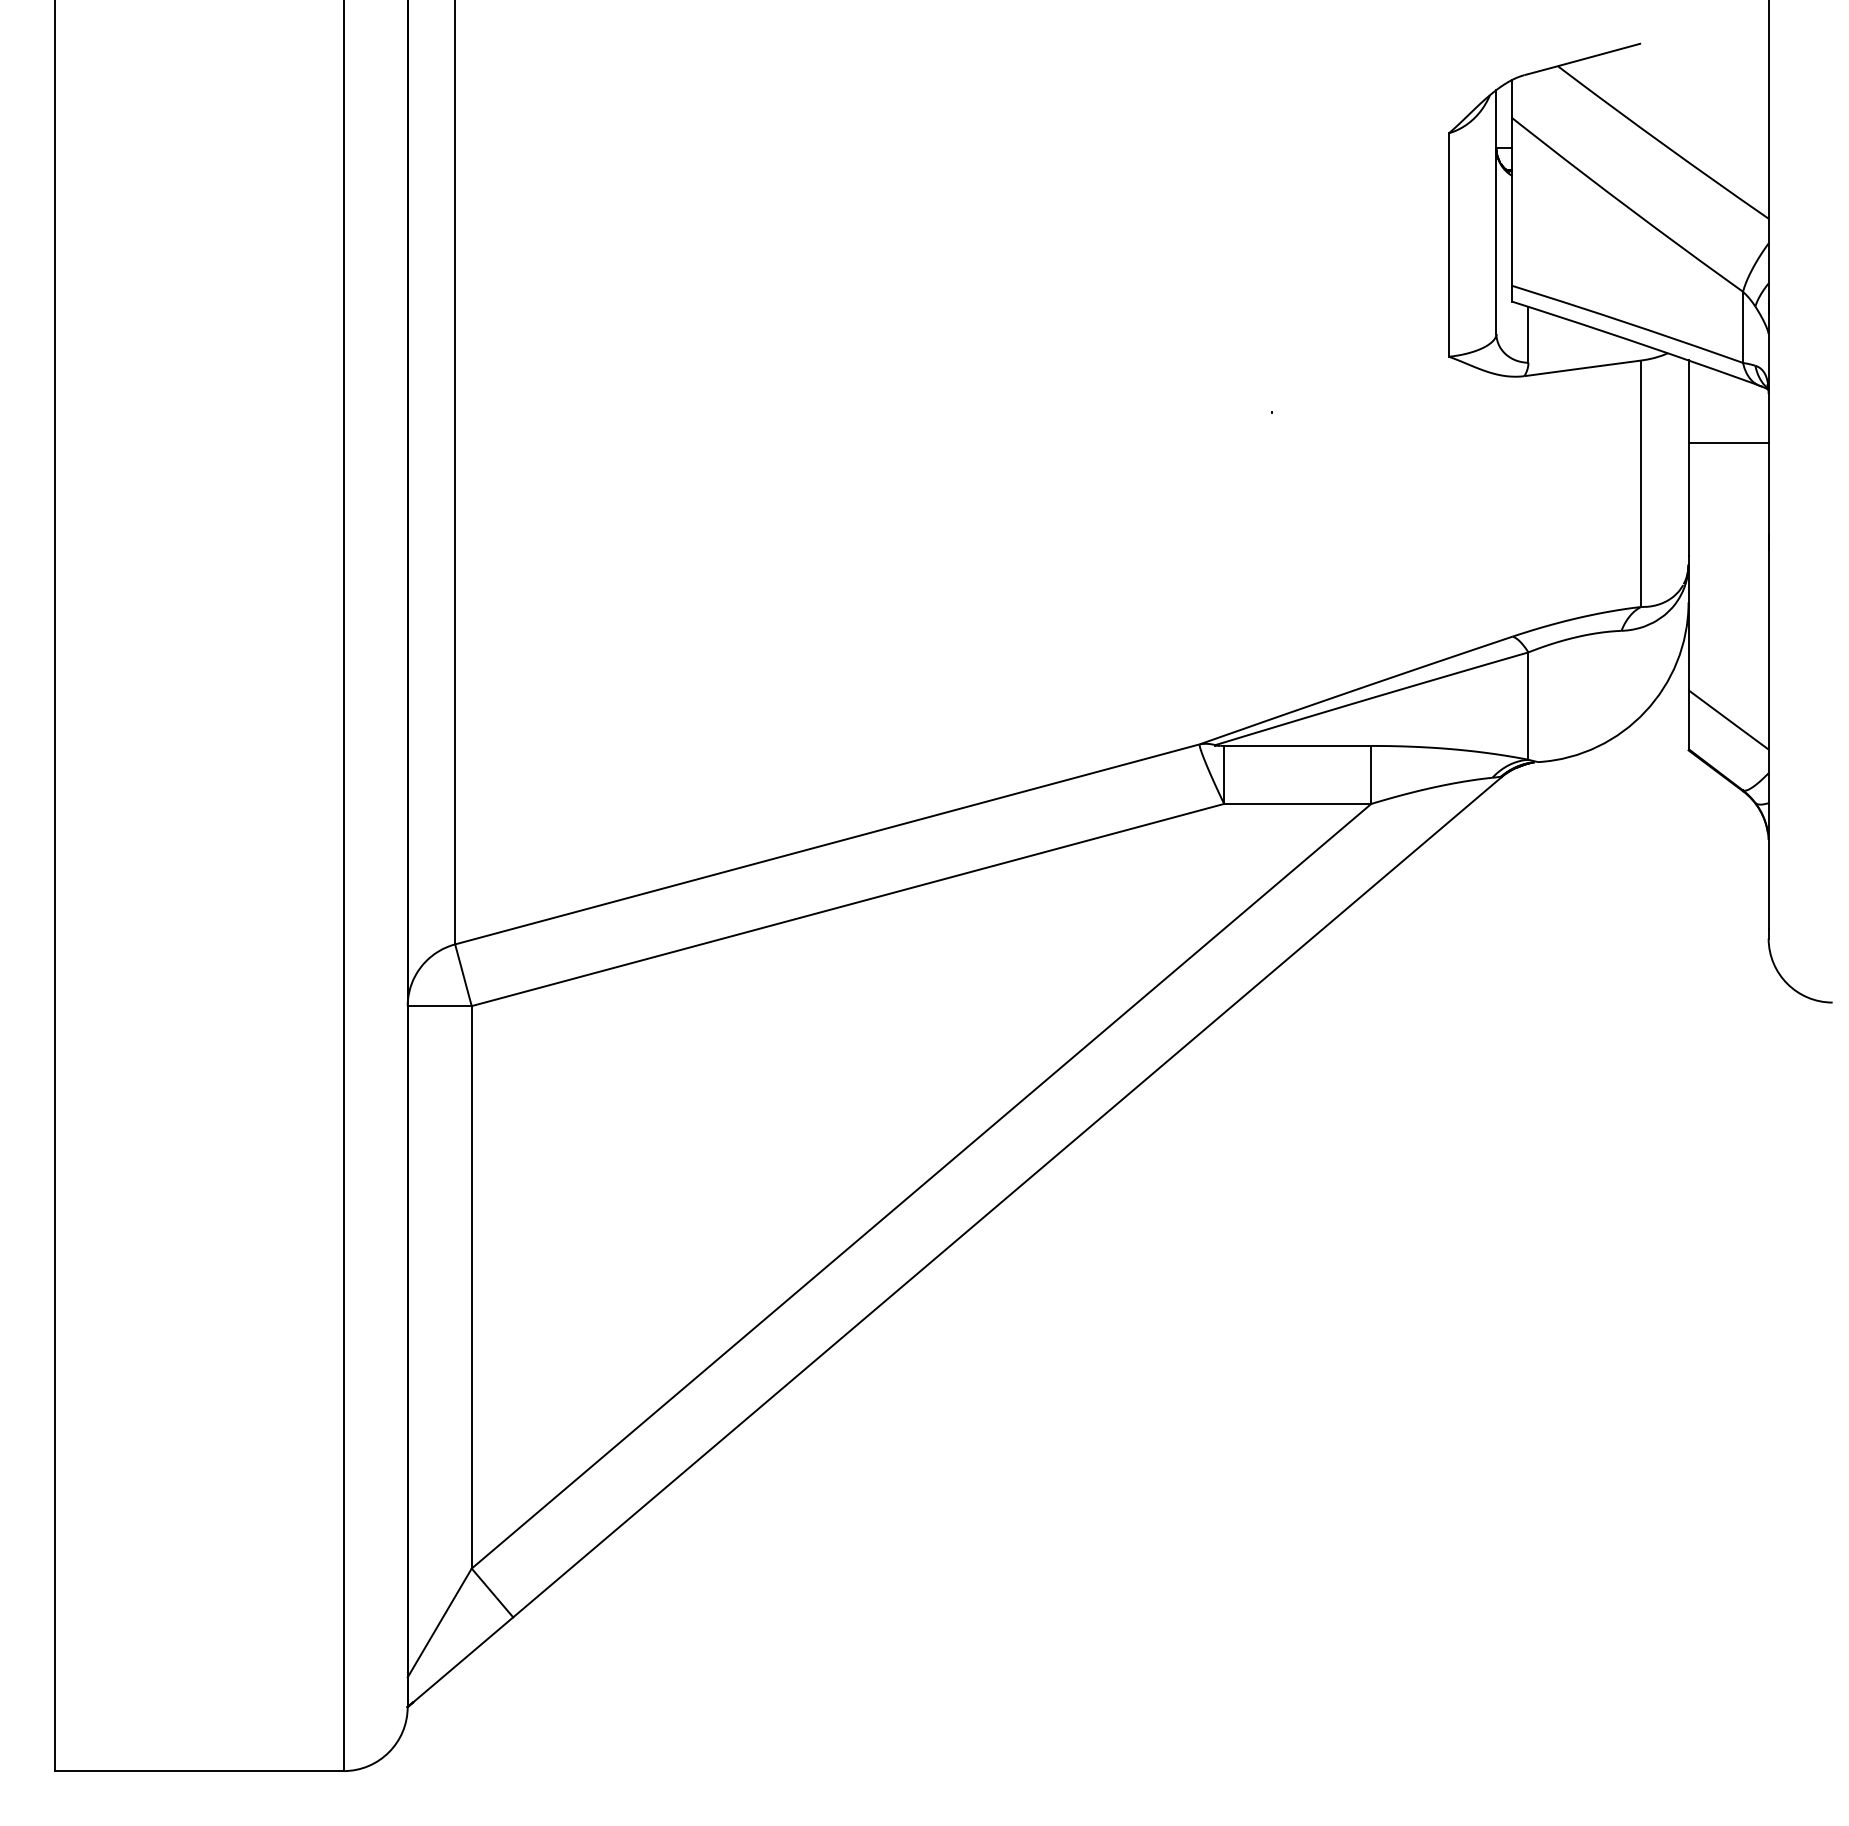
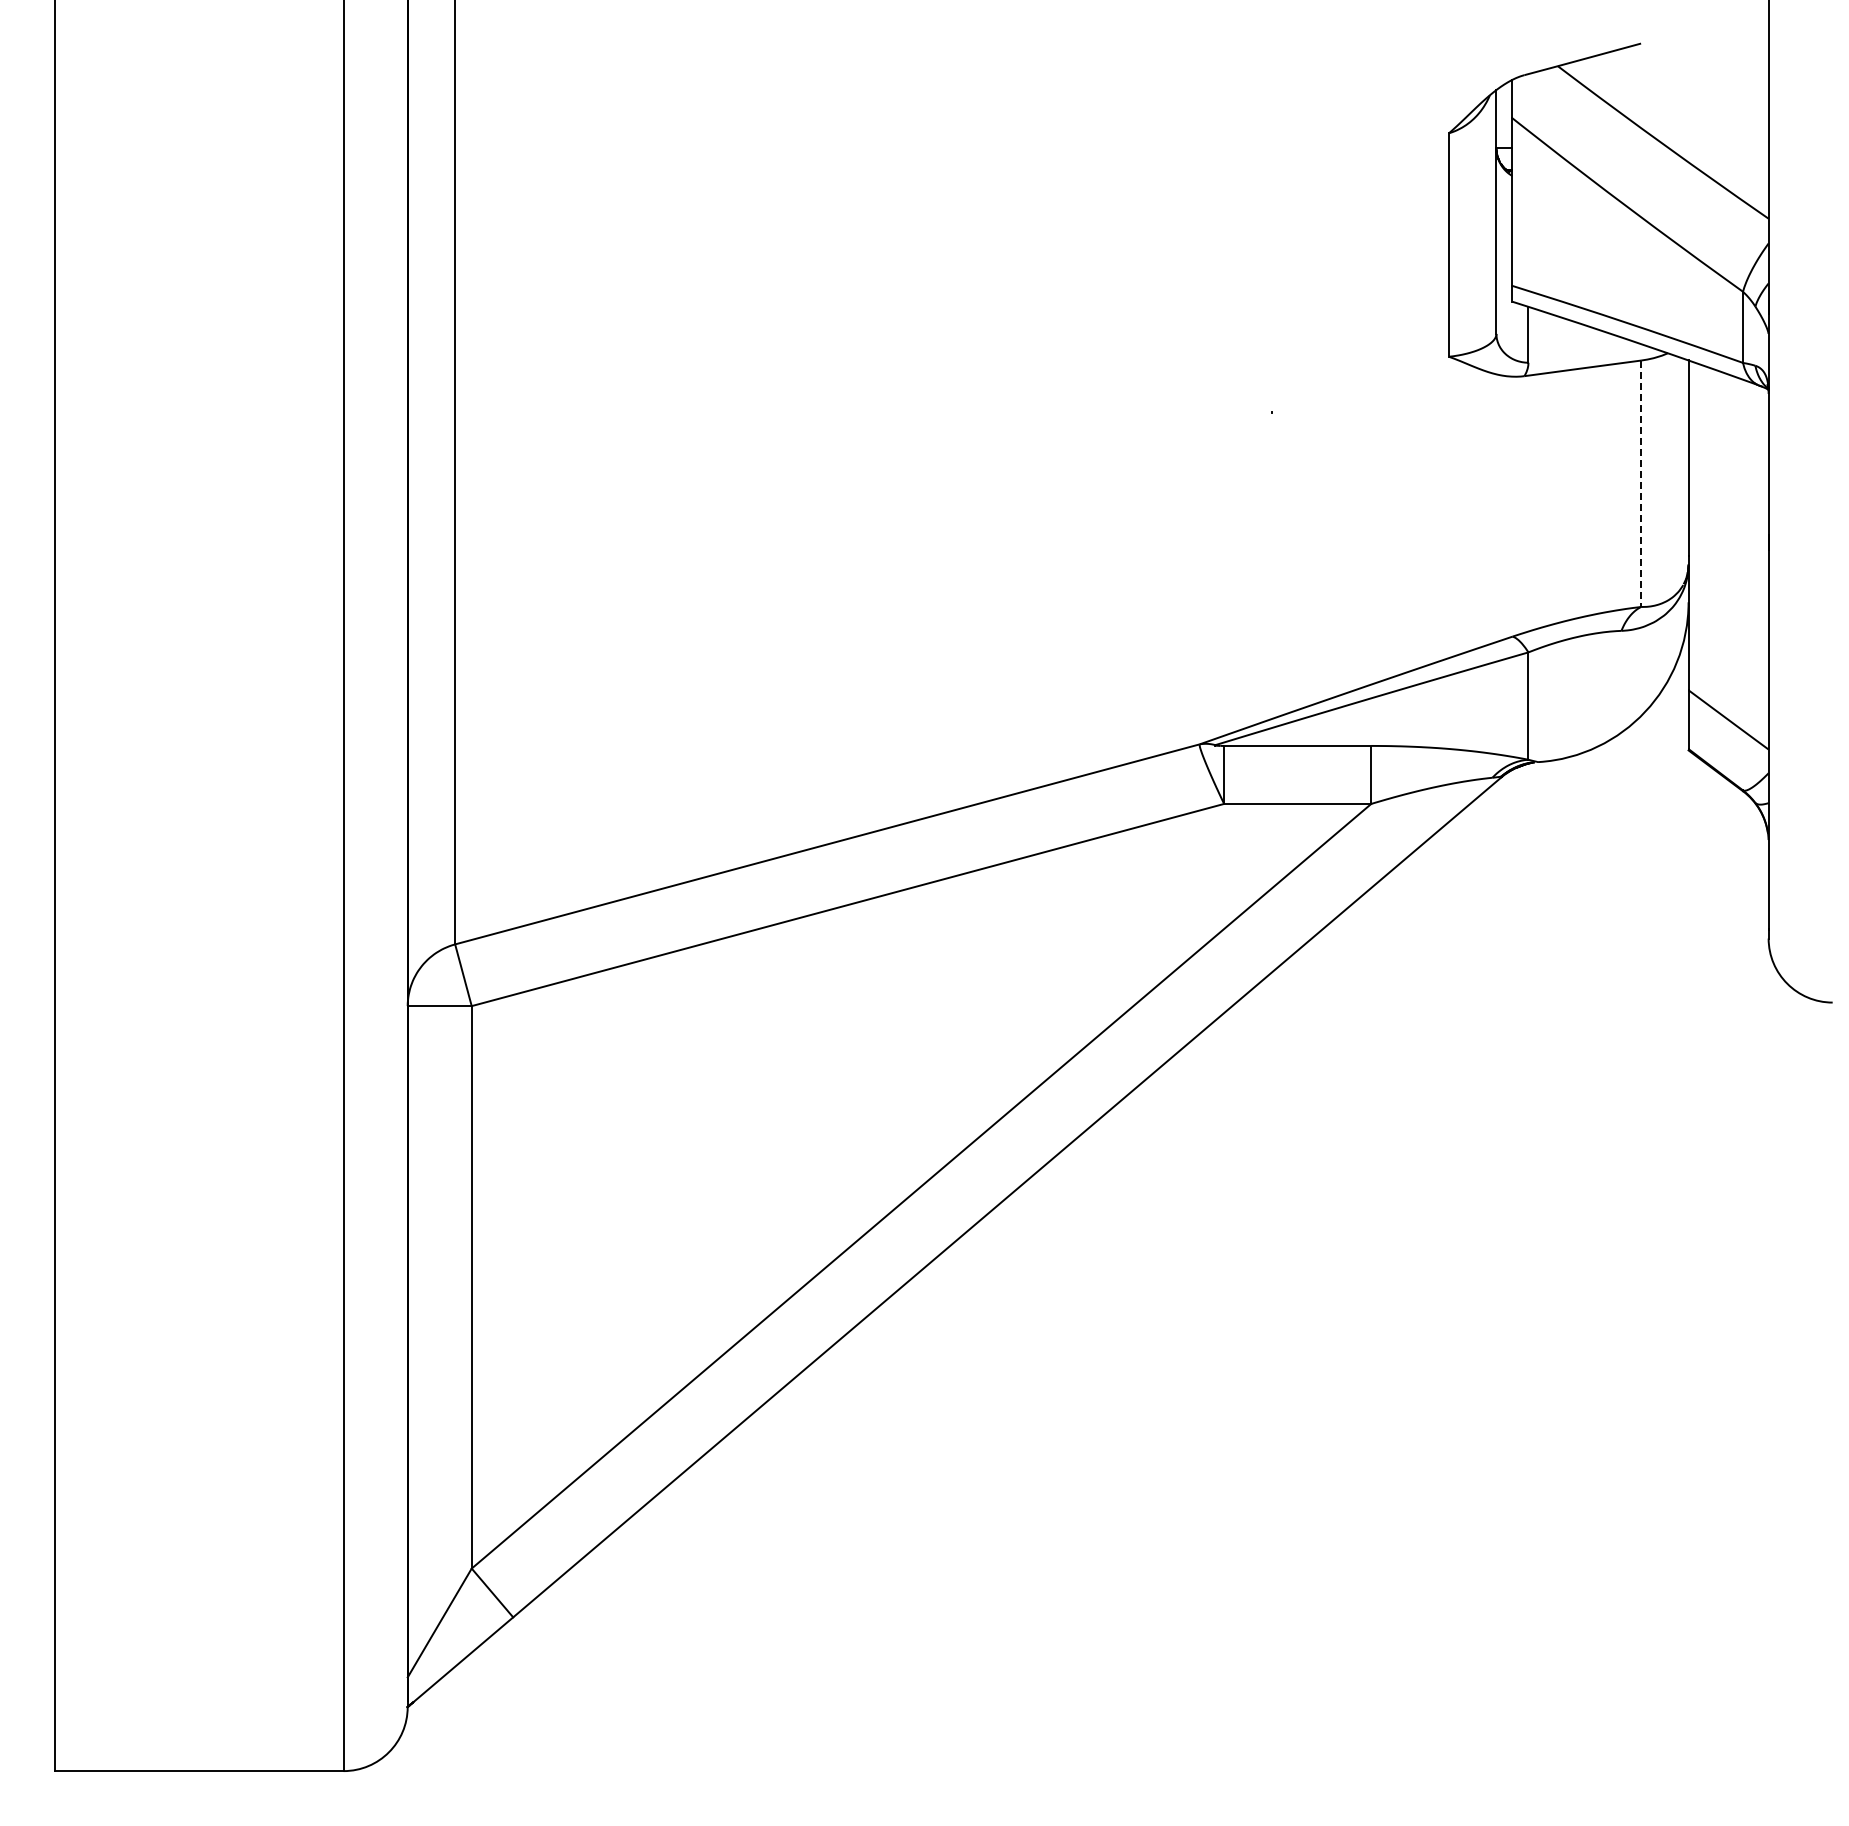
line at (1728, 443): present -> none
line at (1641, 484): solid -> dashed
